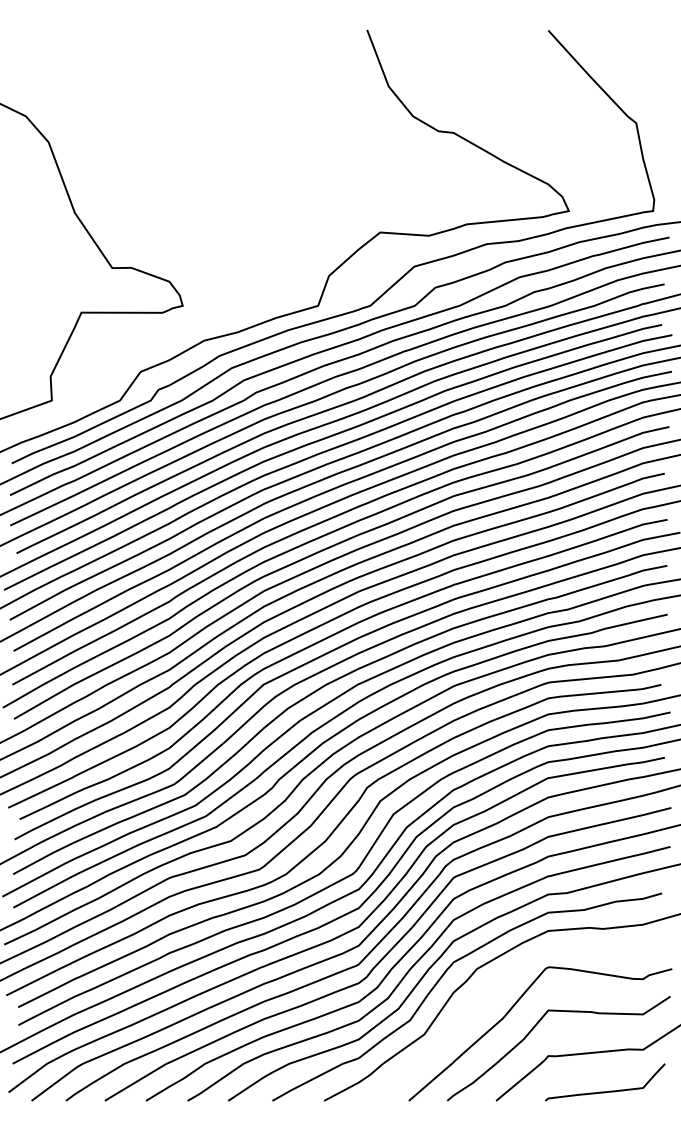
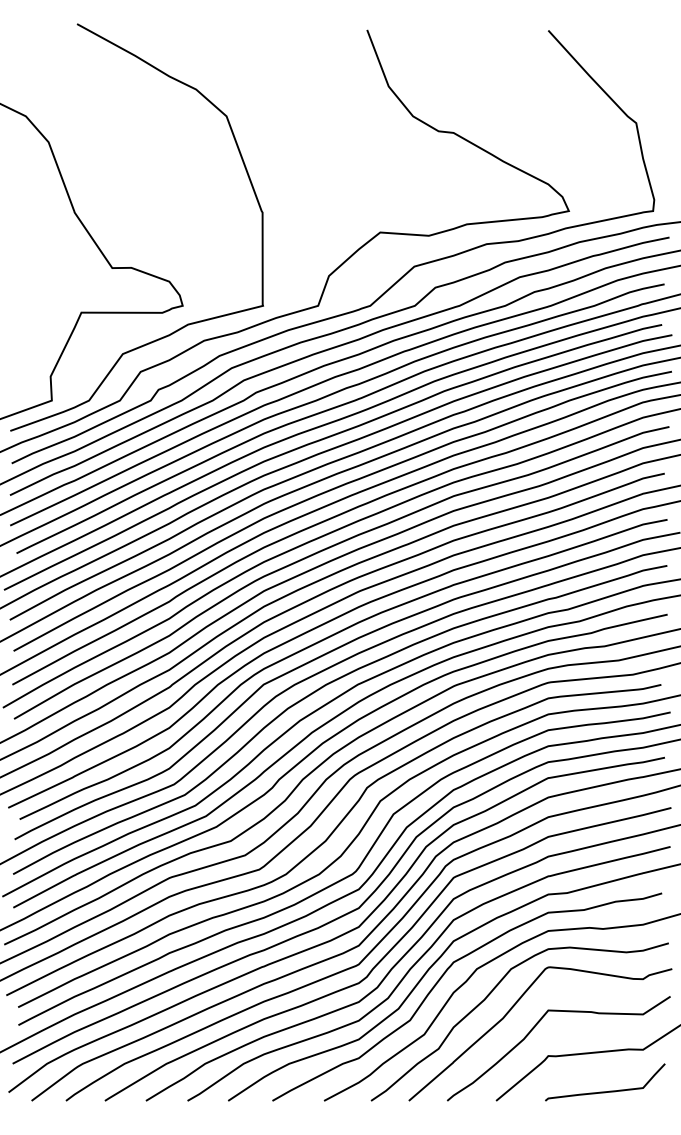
curve at (187, 323): none -> present
curve at (491, 993): none -> present
